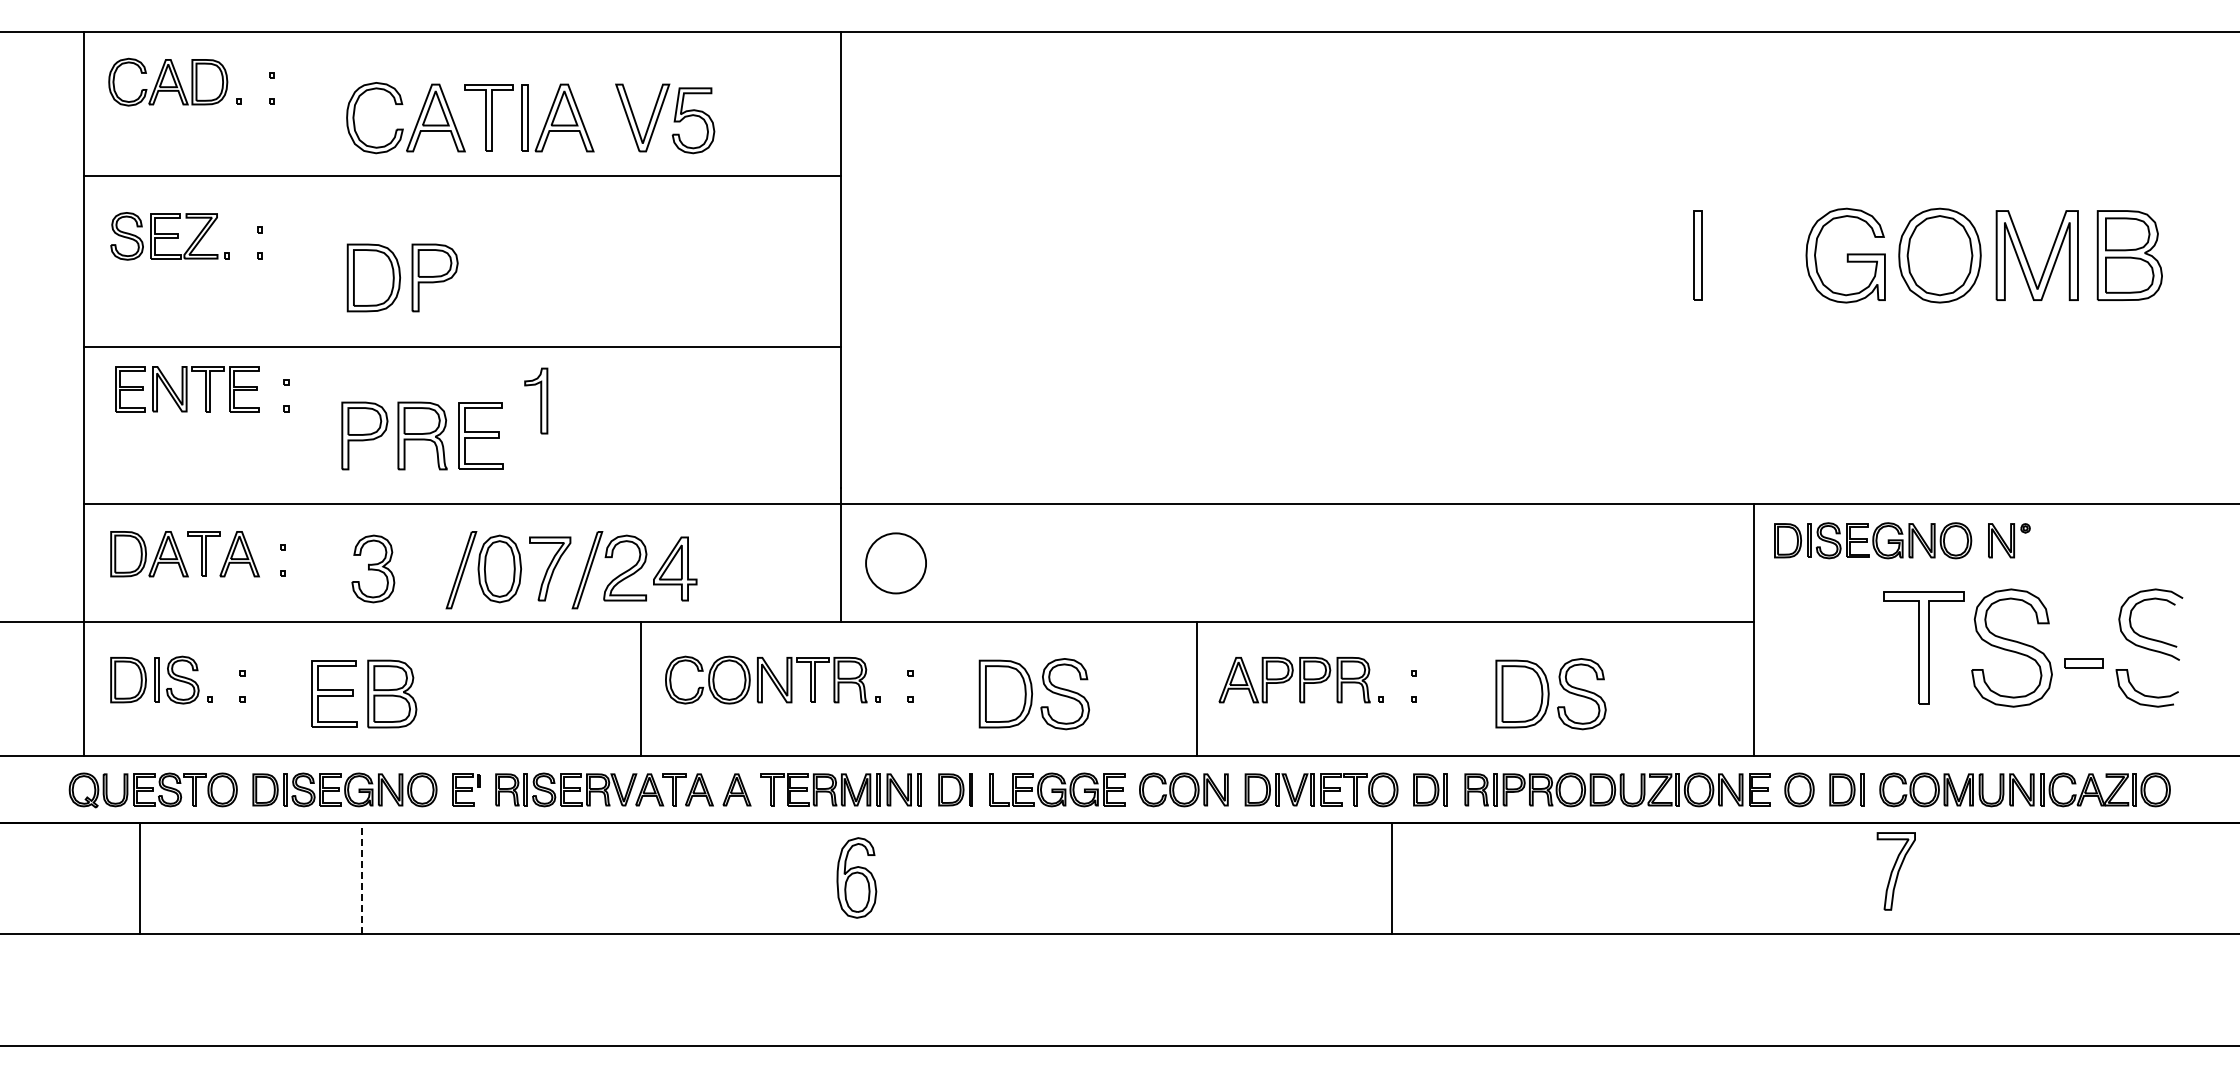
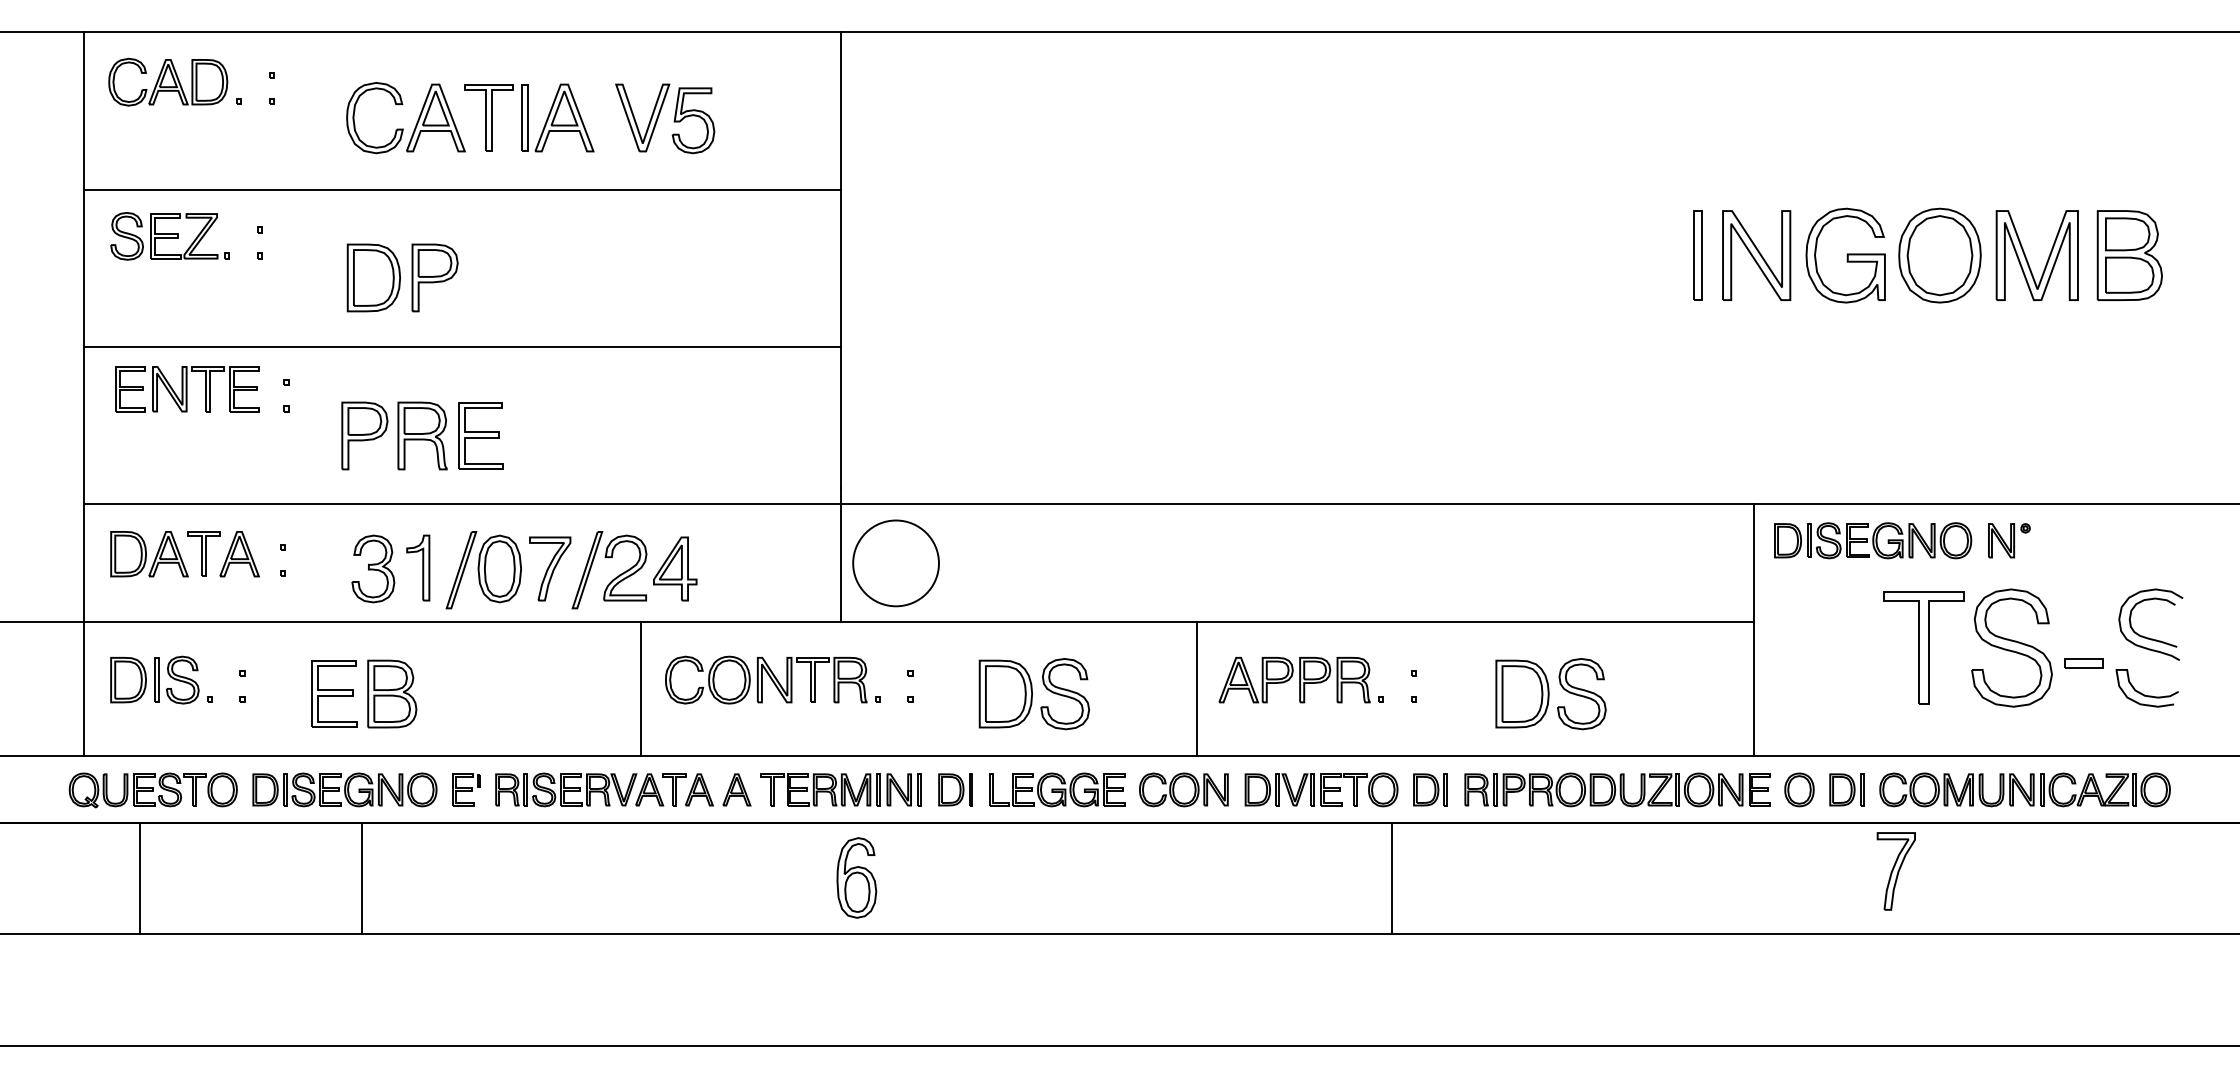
line at (462, 175) position: (462, 175) -> (462, 189)
part at (1756, 255): none -> present
part at (536, 400) position: (536, 400) -> (418, 567)
circle at (896, 563) diameter: 60 px -> 86 px
line at (362, 878): dashed -> solid
